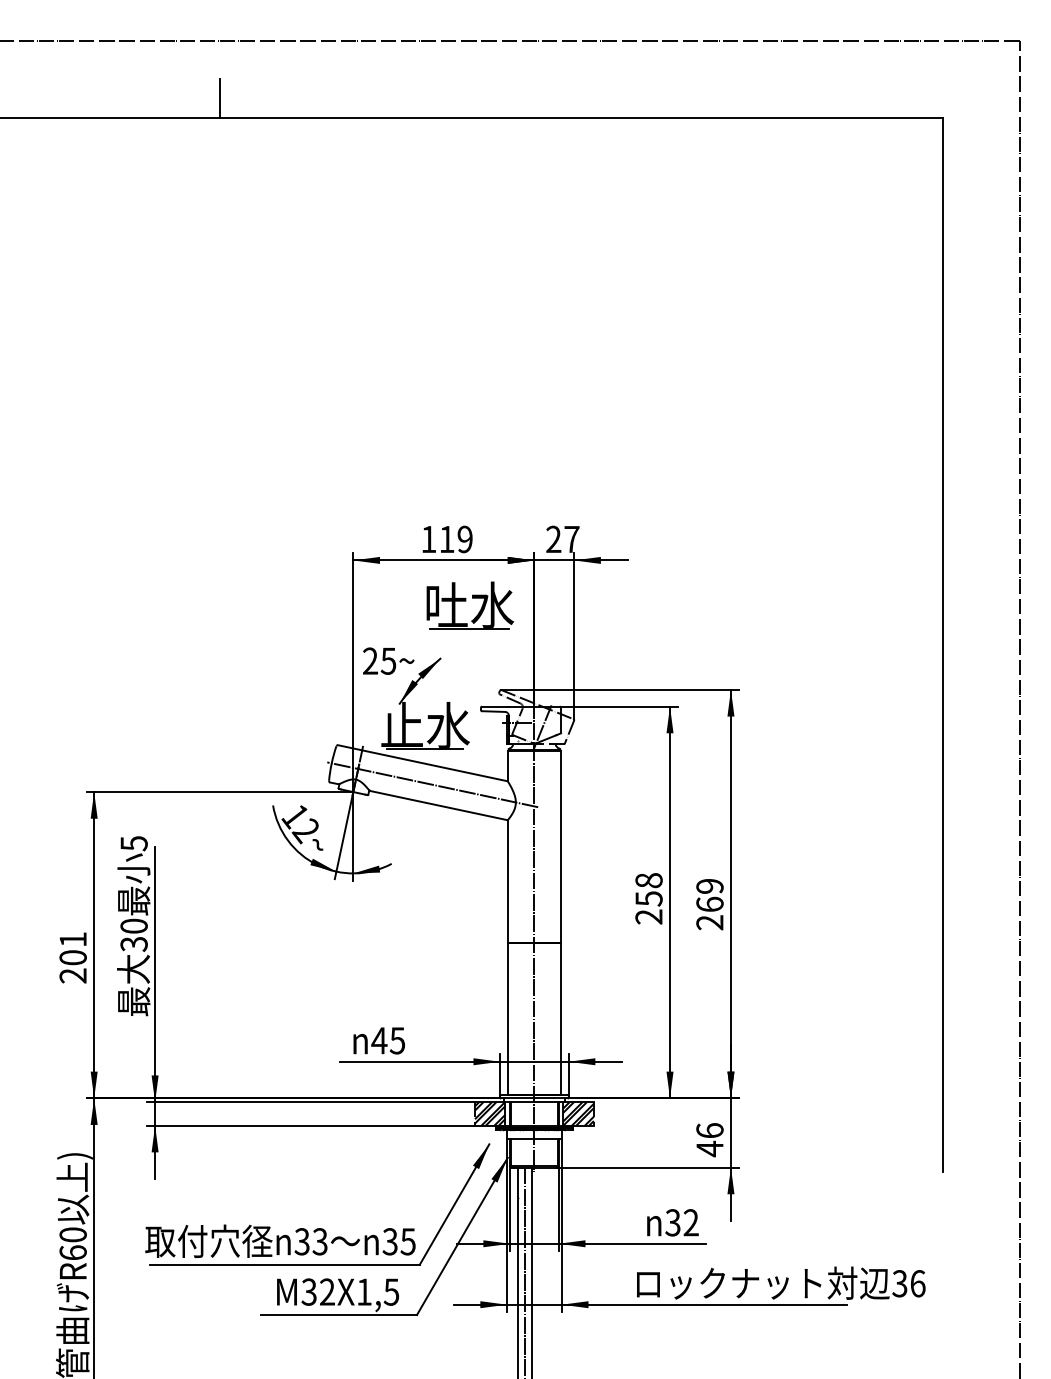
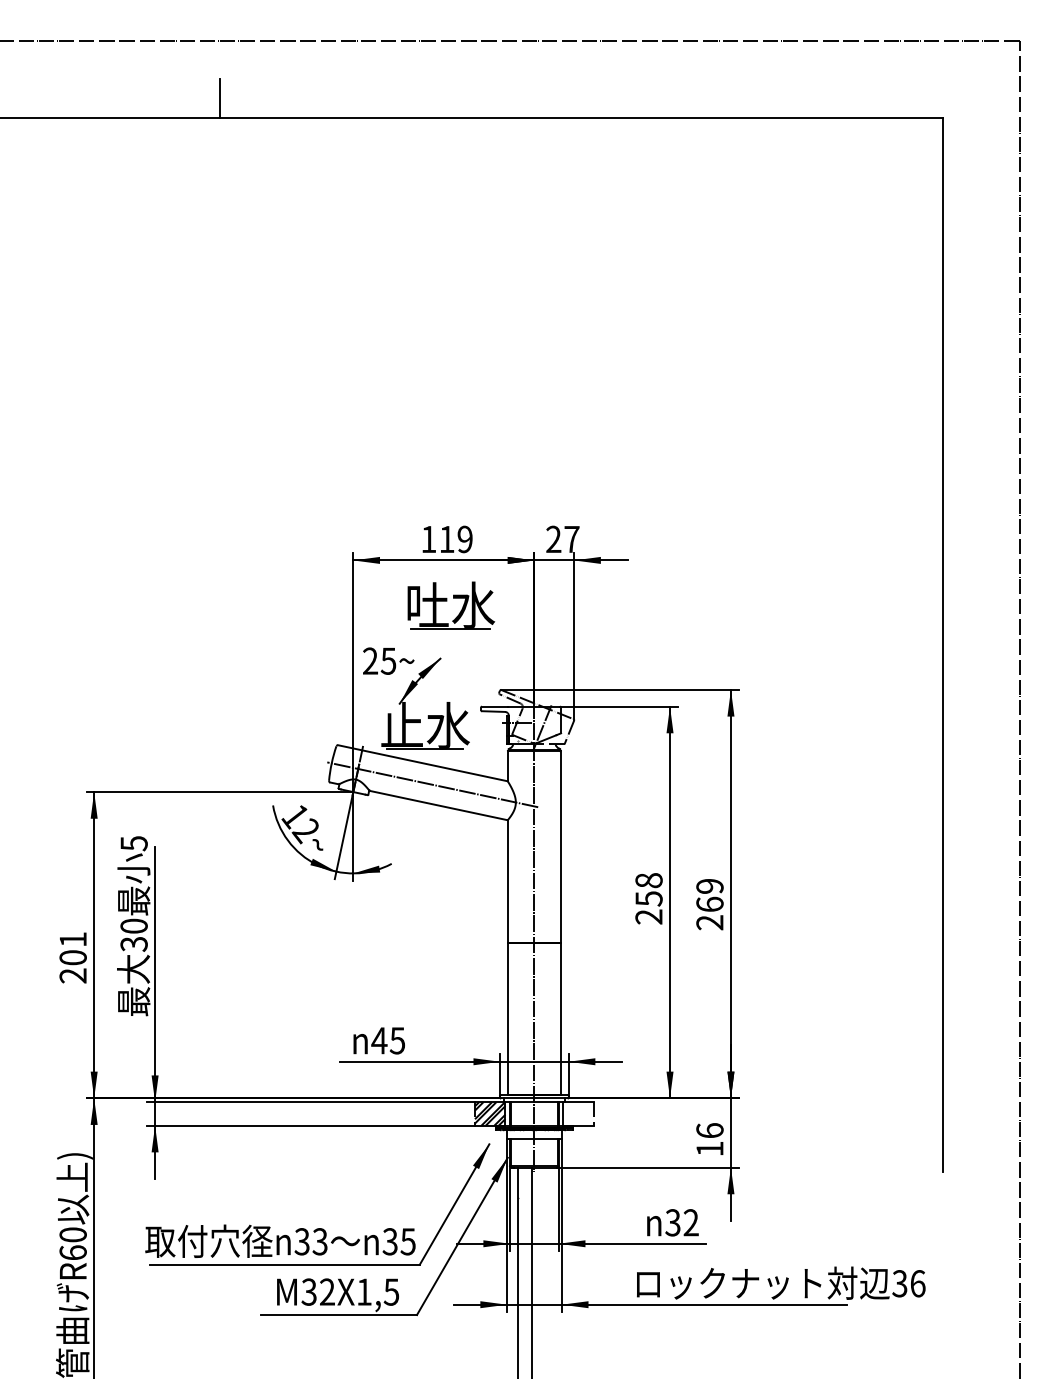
part at (470, 605) position: (470, 605) -> (451, 605)
hatch at (578, 1113): present -> none
text at (709, 1148): 46 -> 16
line at (525, 1271): present -> none
